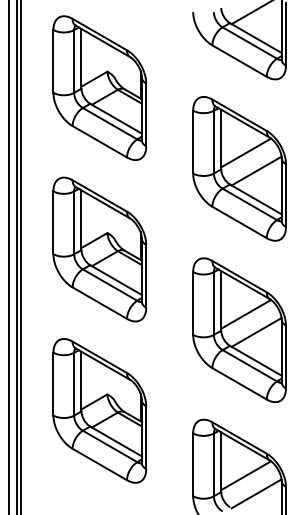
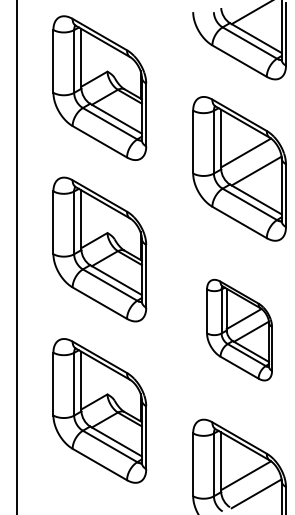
line at (8, 256): present -> none
line at (20, 256): present -> none
part at (239, 329) size: 95x146 px -> 67x104 px
